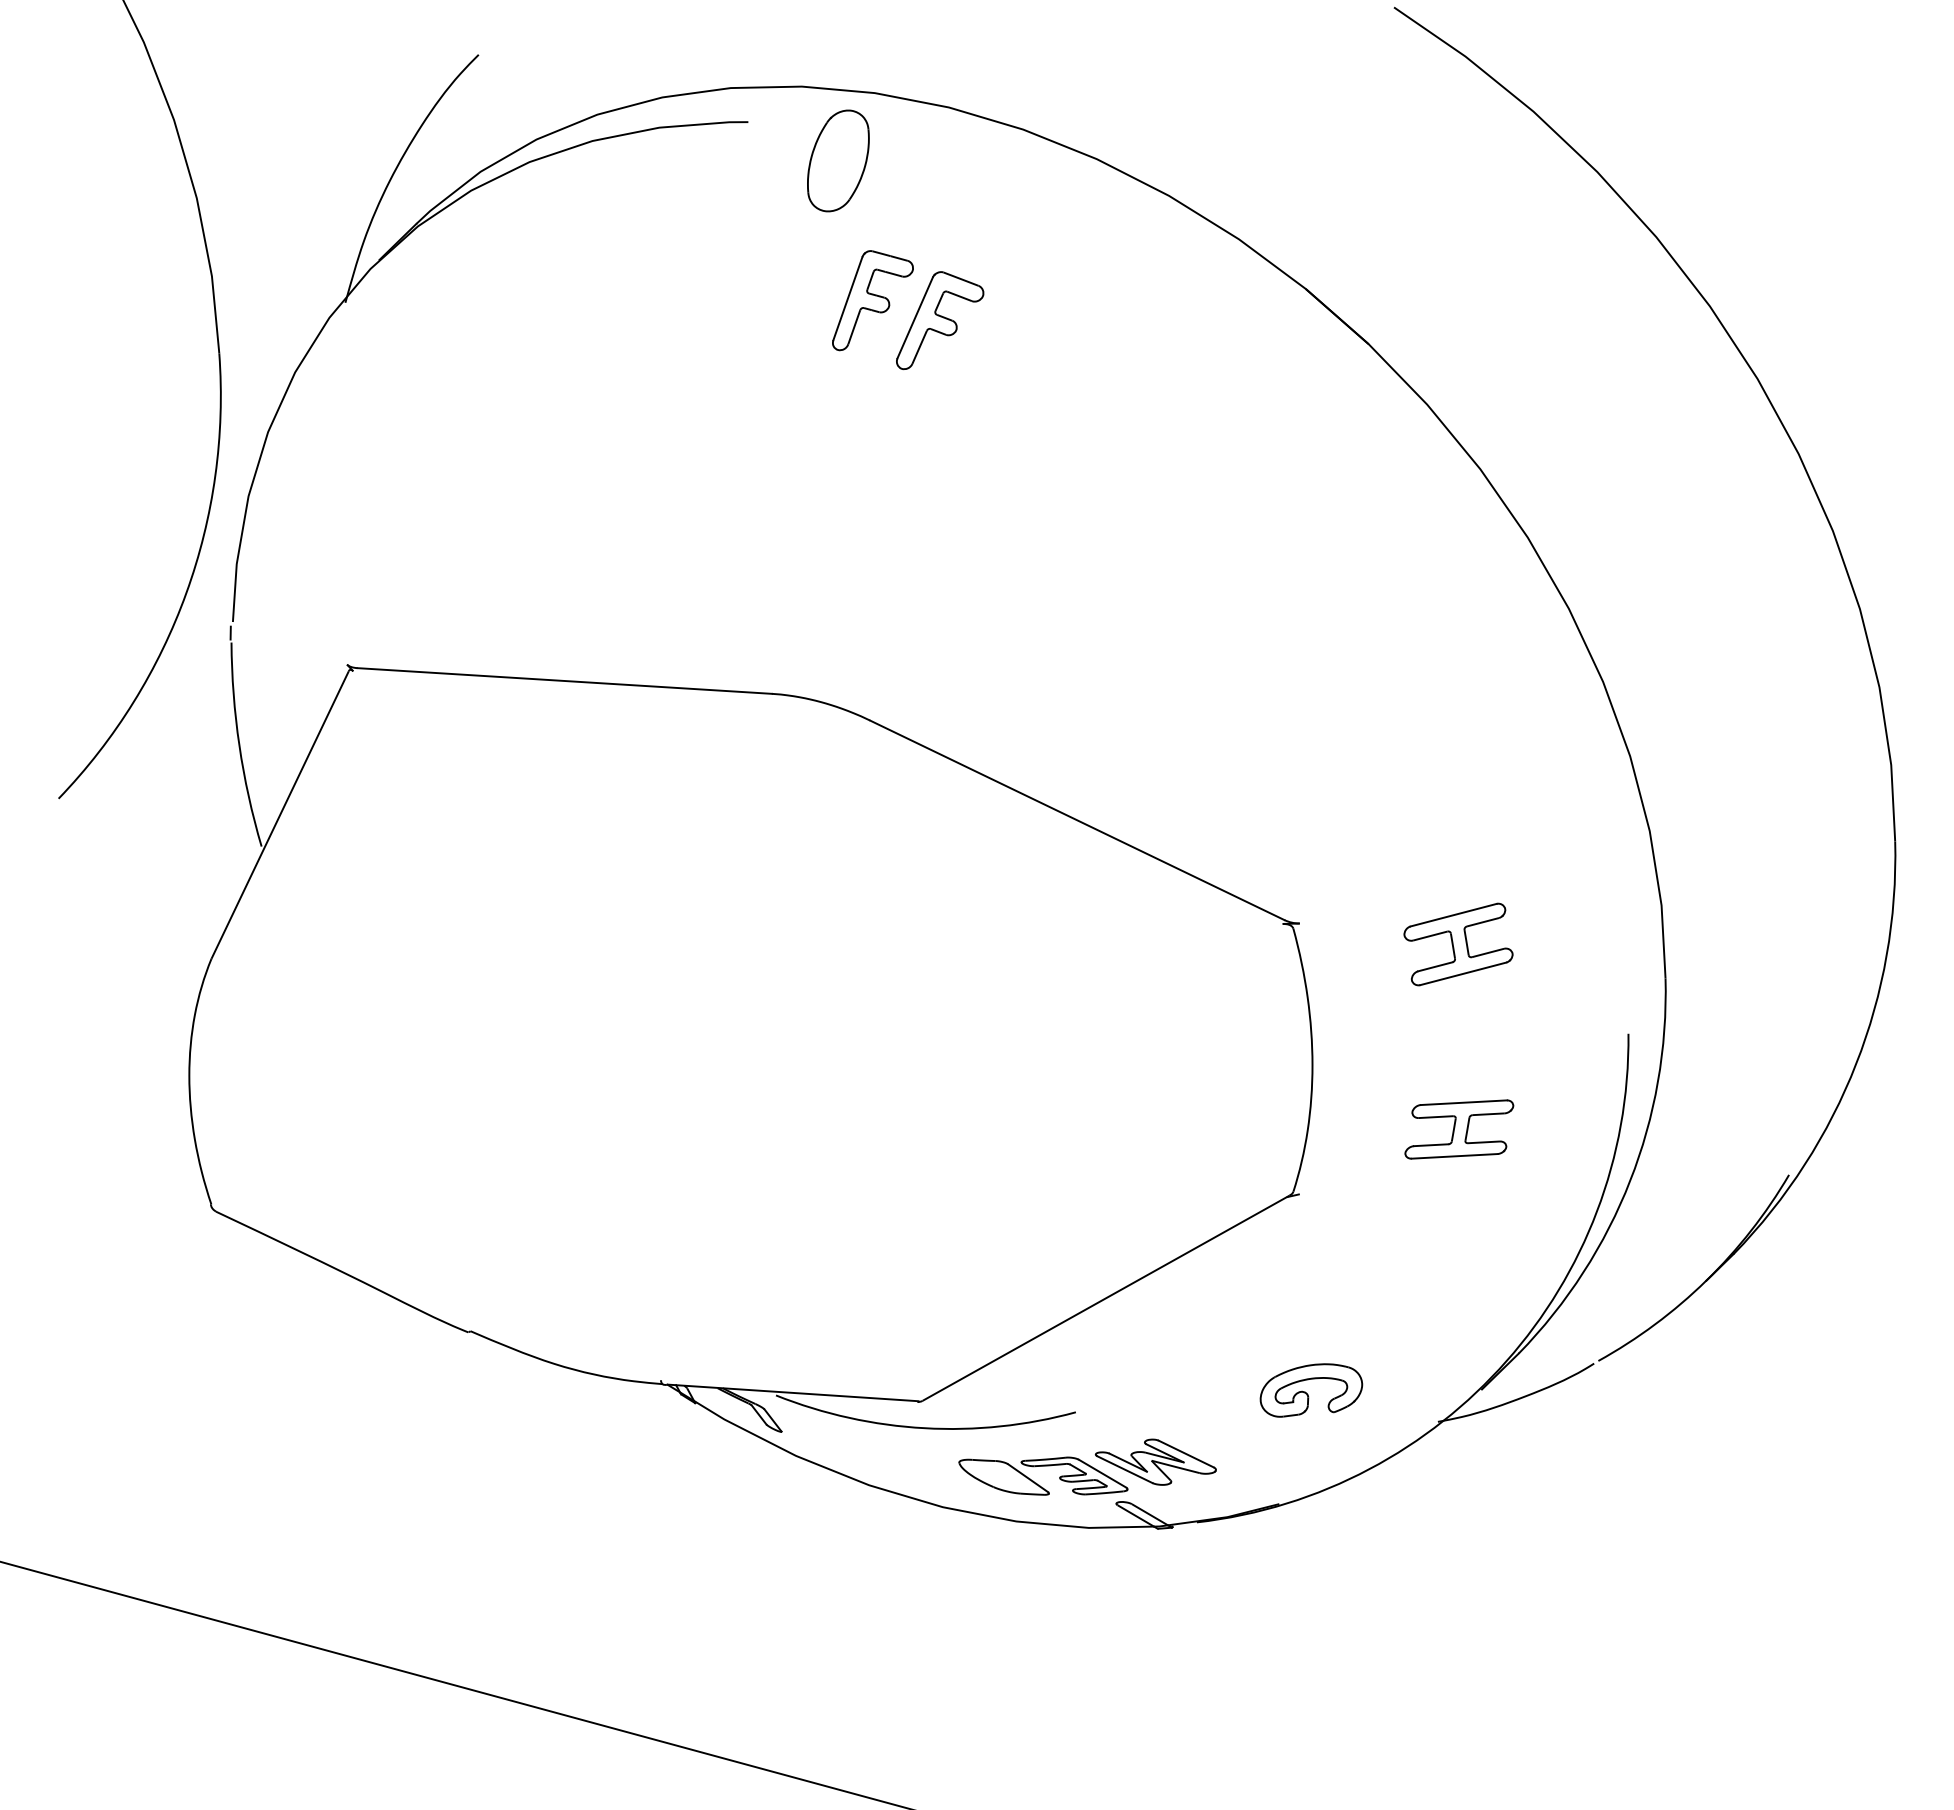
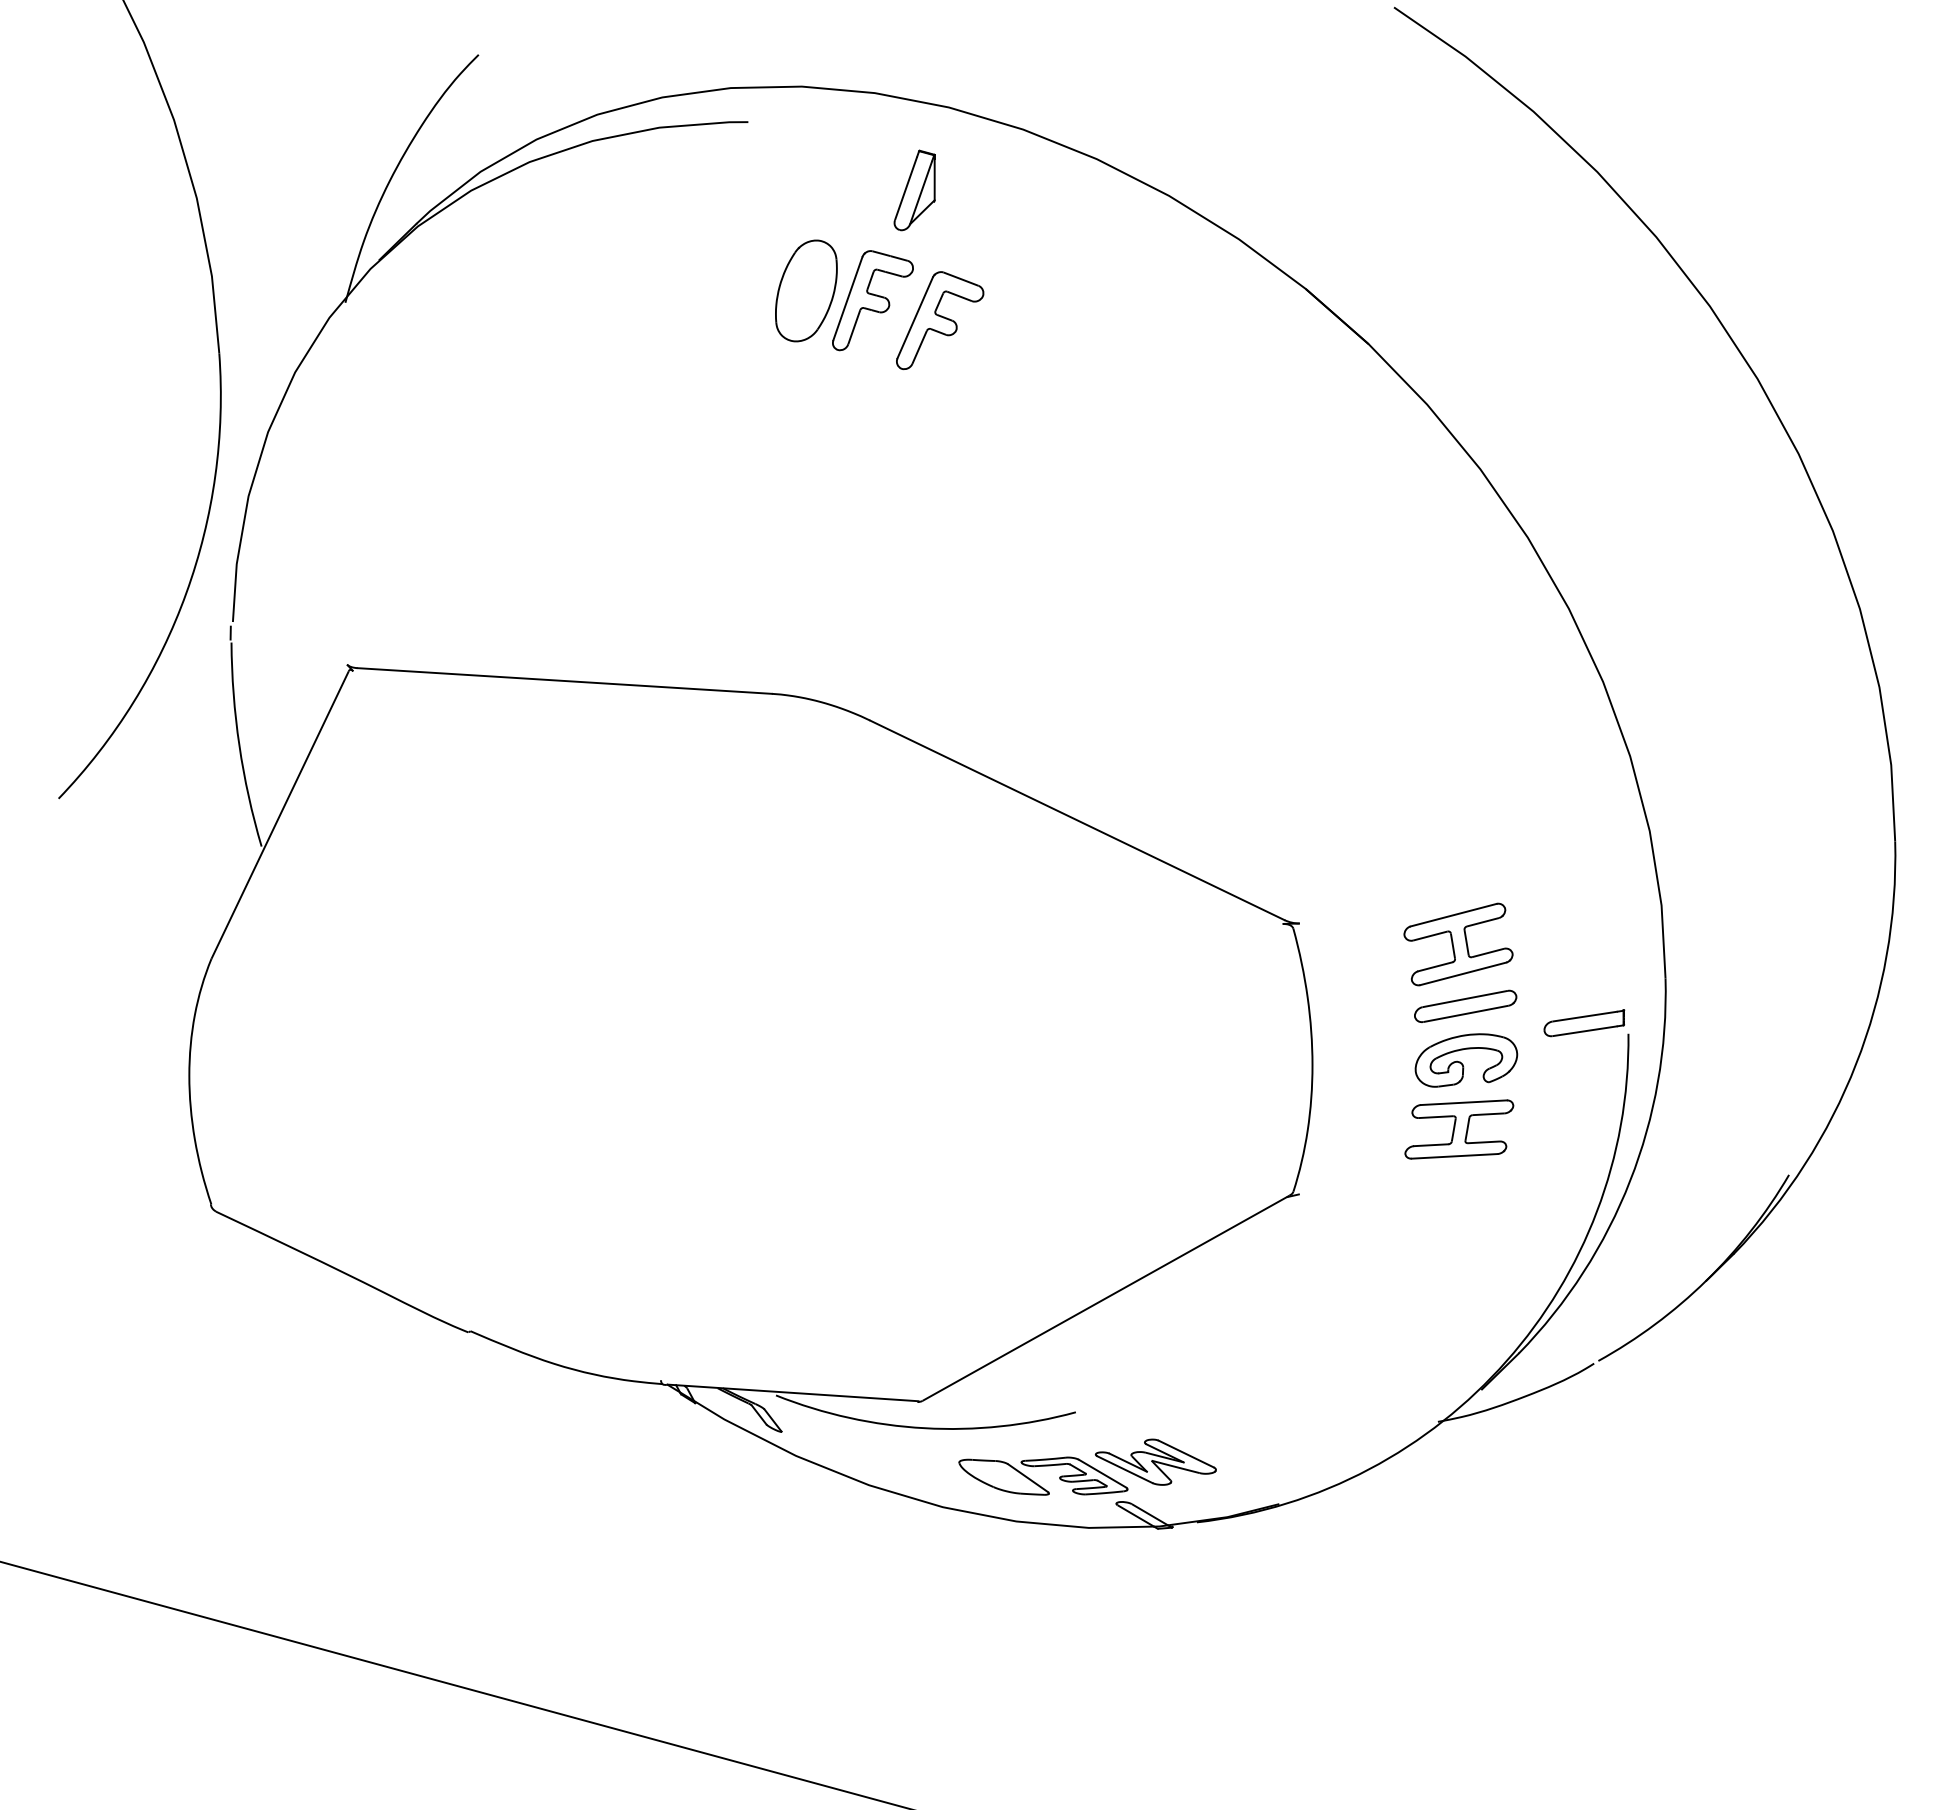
part at (838, 160) position: (838, 160) -> (806, 290)
part at (914, 190): none -> present
part at (1465, 1005): none -> present
part at (1584, 1023): none -> present
part at (1311, 1390) position: (1311, 1390) -> (1466, 1060)
